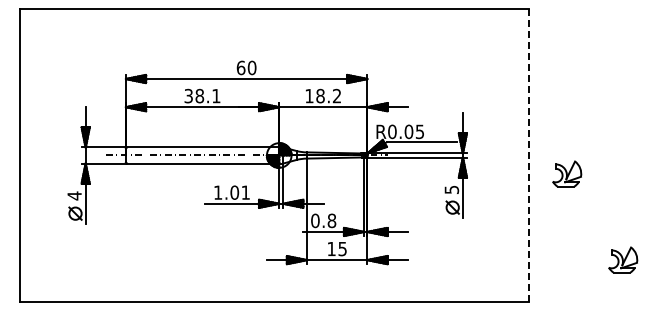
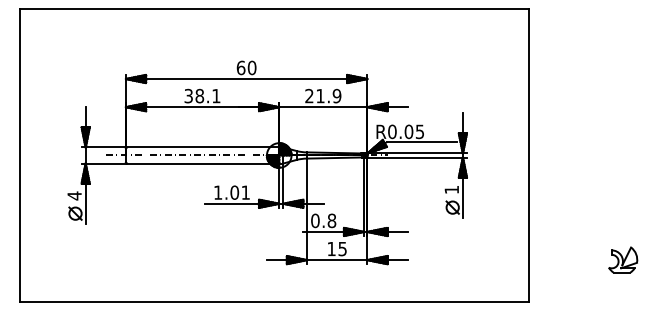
text at (323, 95): 18.2 -> 21.9
line at (528, 155): dashed -> solid
part at (567, 173): present -> none
text at (451, 189): 5 -> 1
